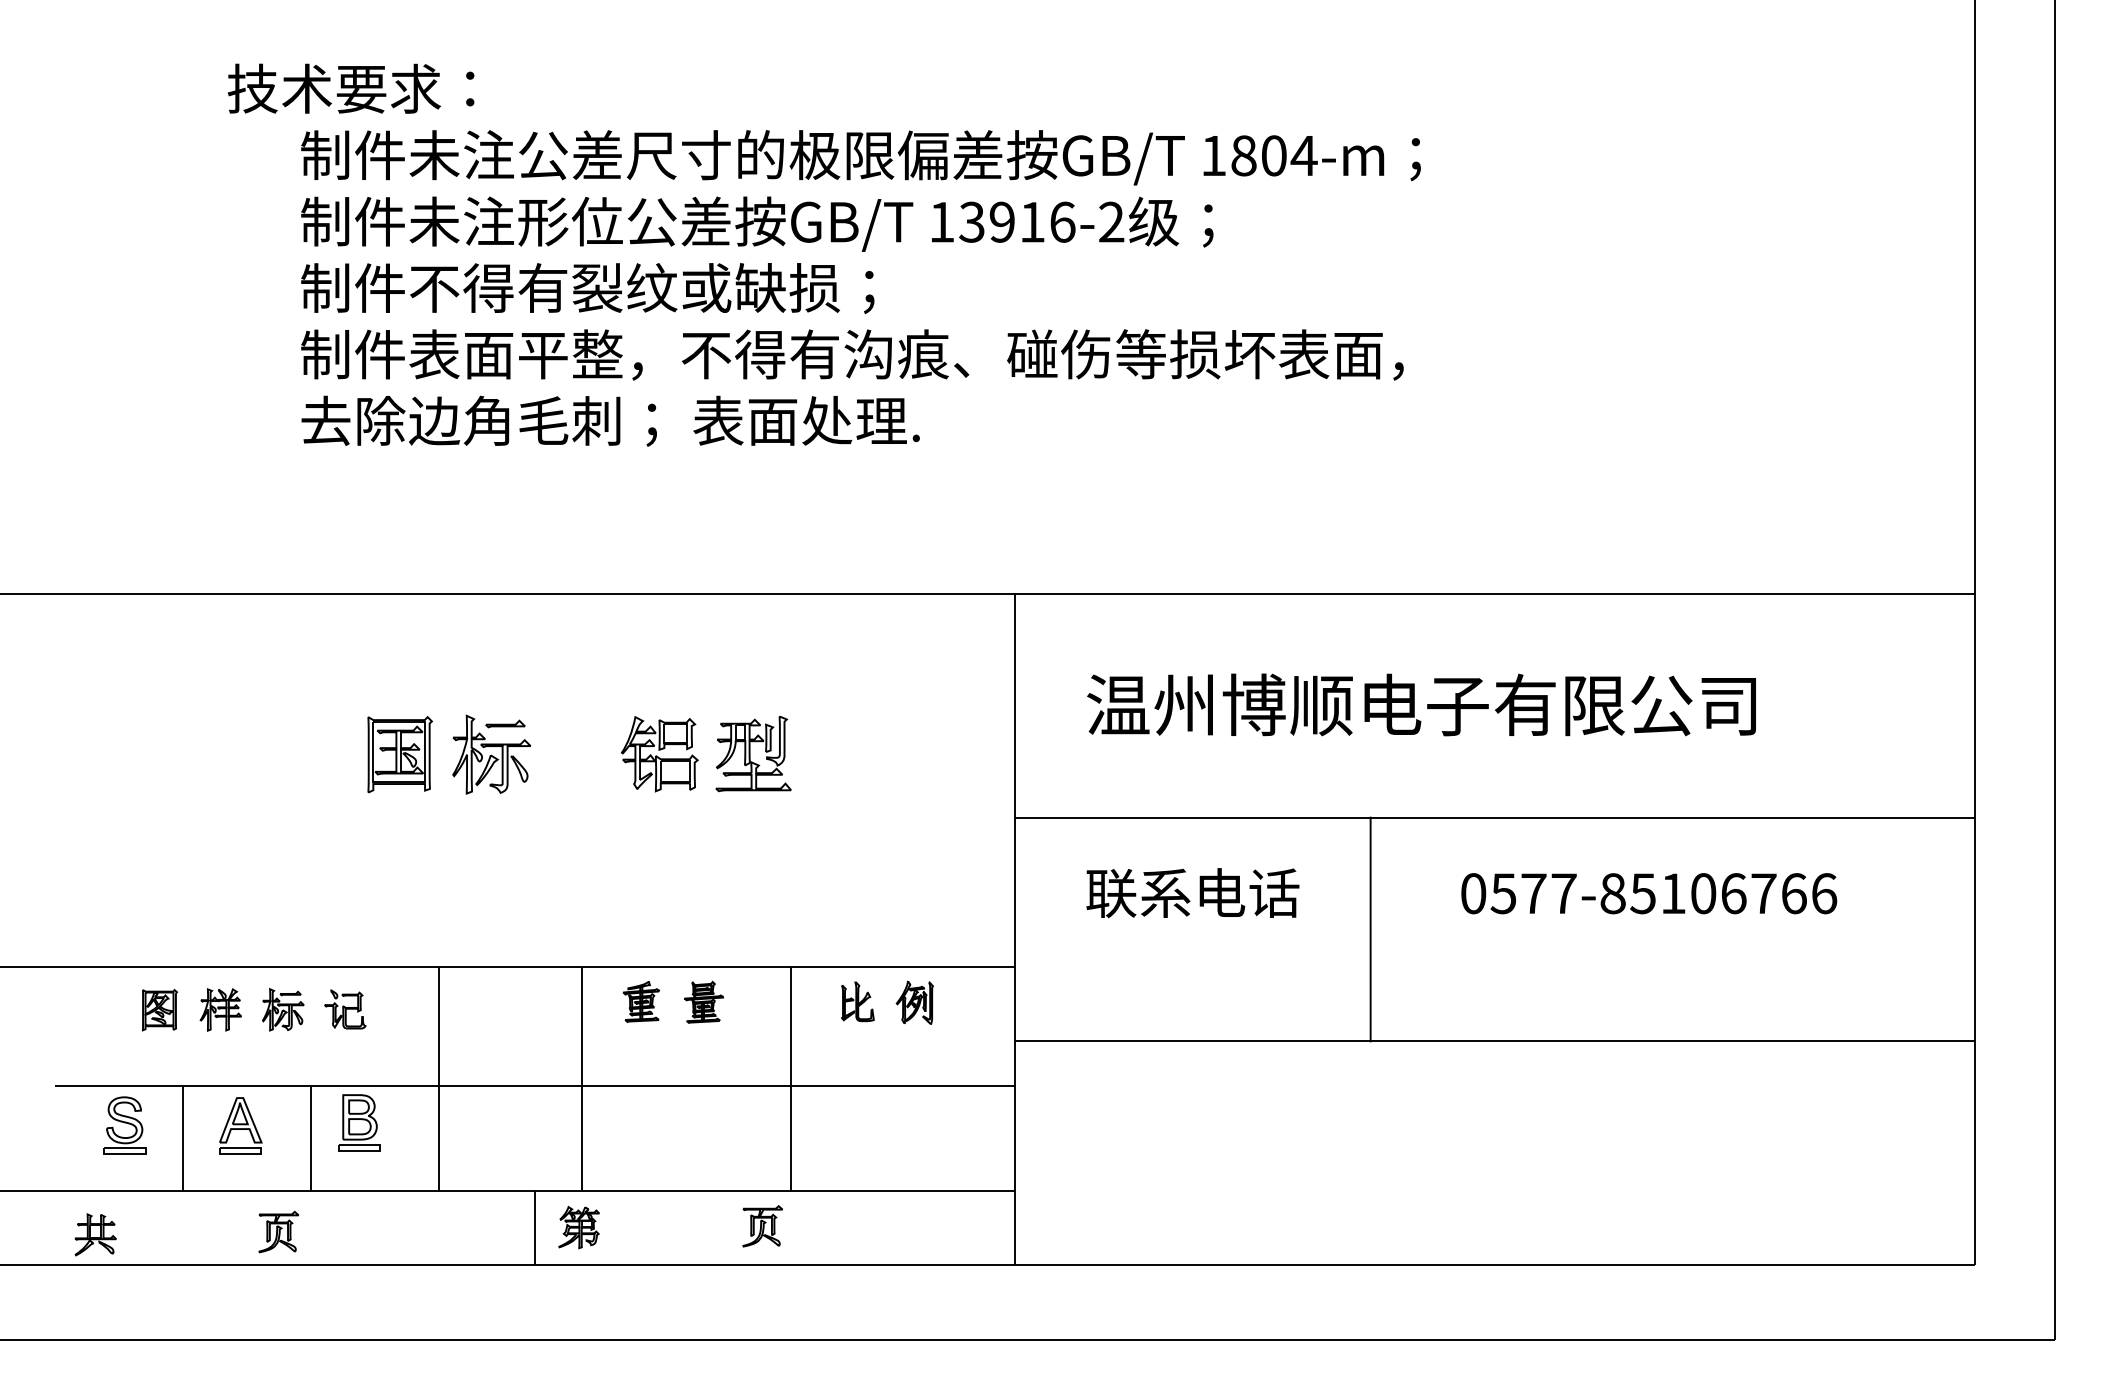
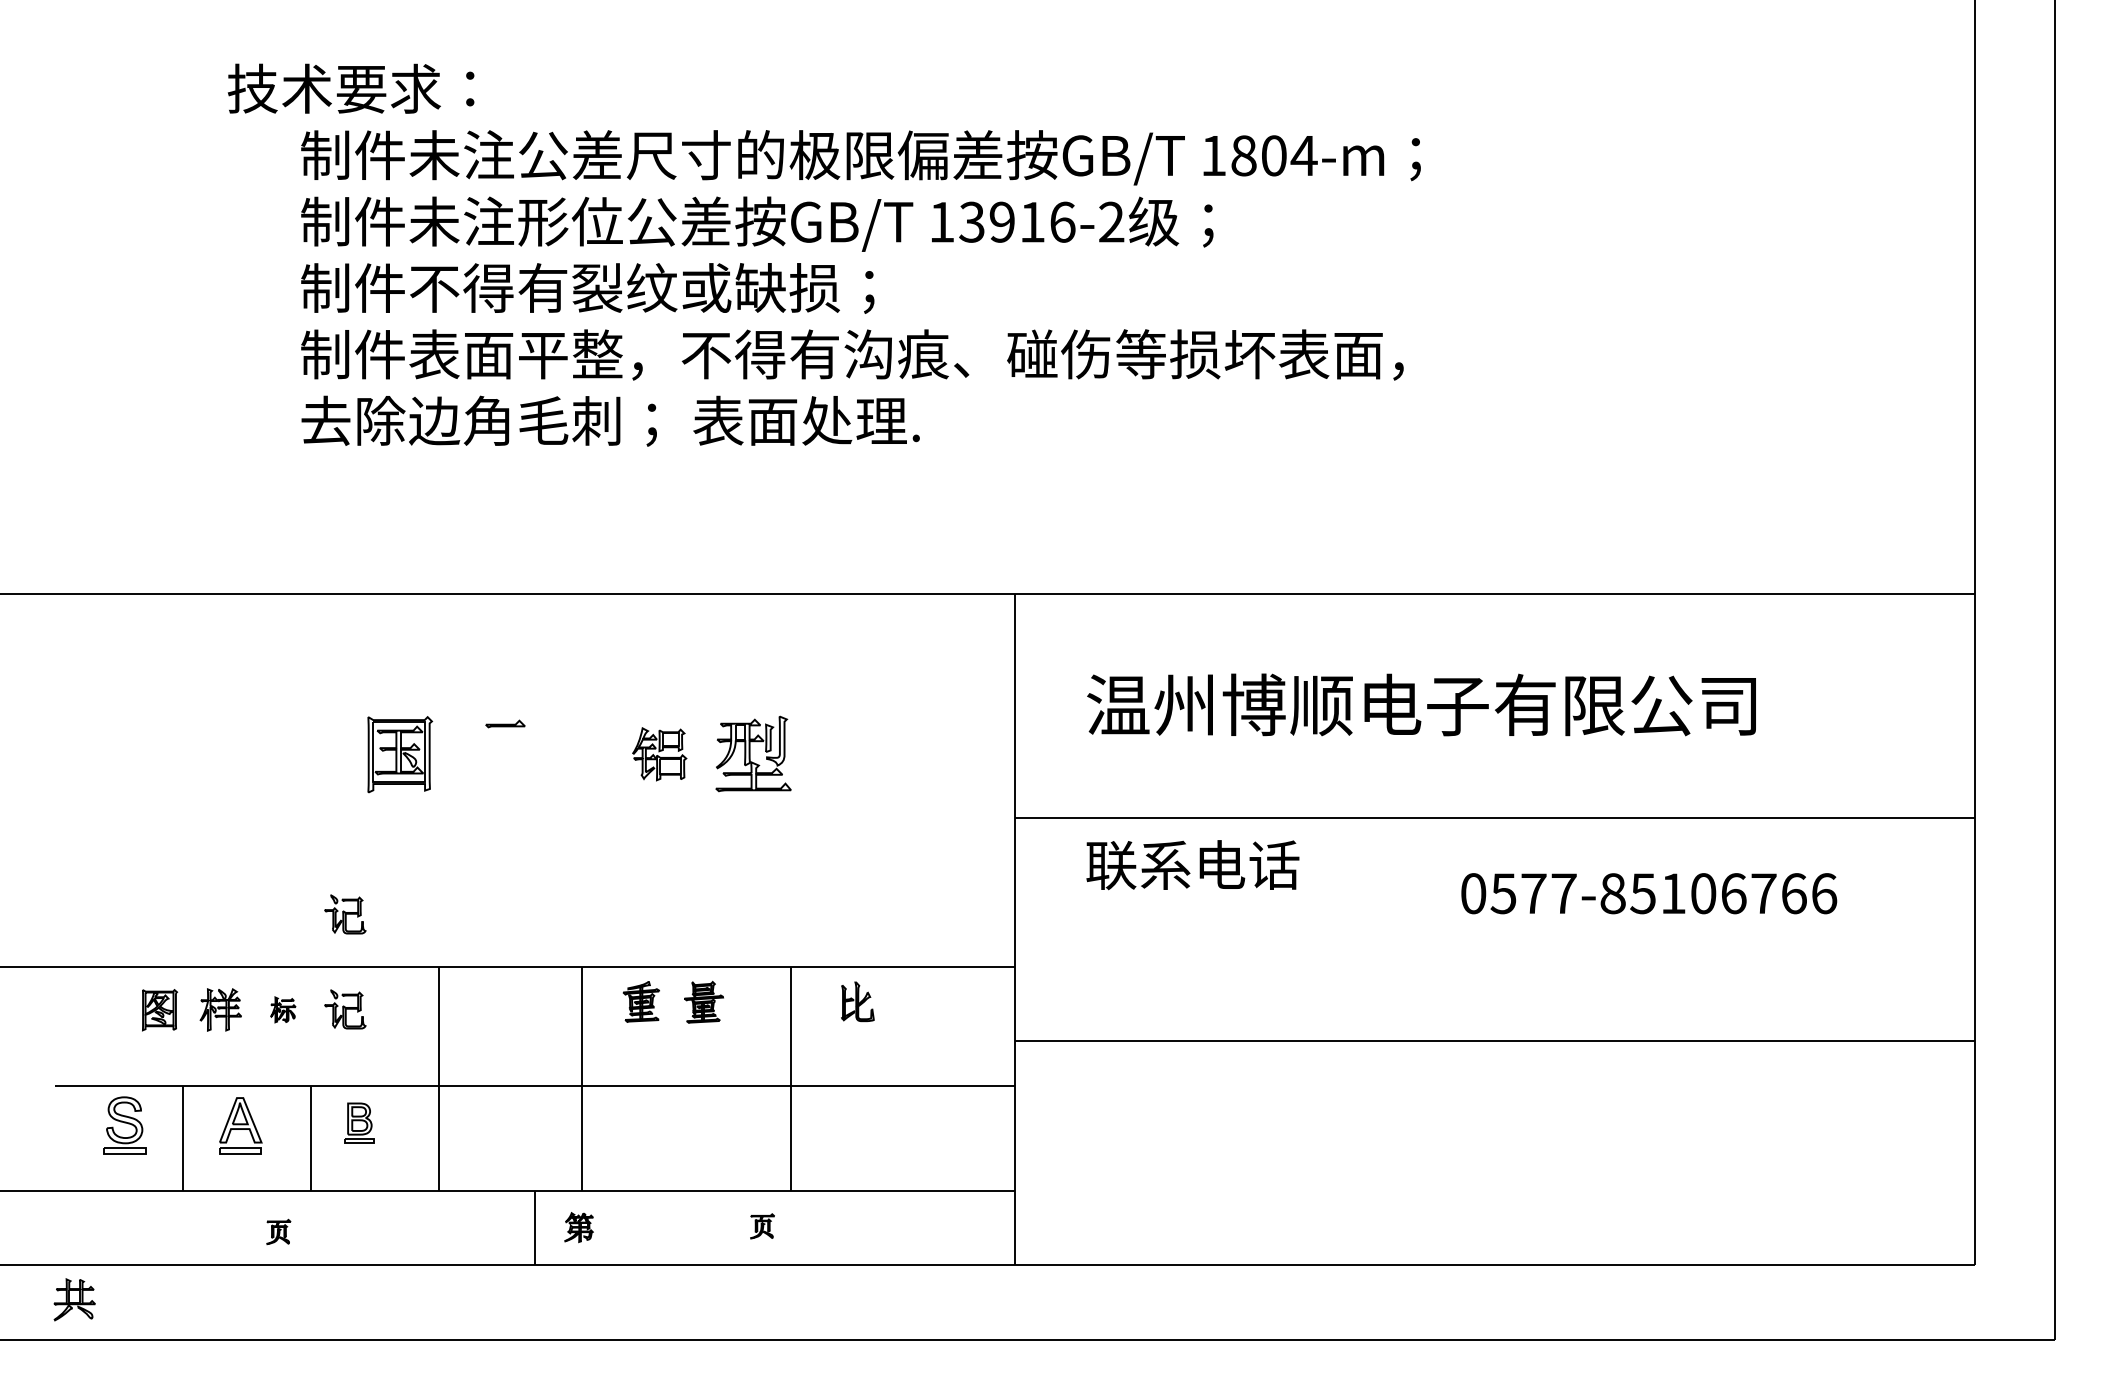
part at (491, 754): present -> none
part at (659, 754) size: 79x77 px -> 56x55 px
text at (1192, 893) position: (1192, 893) -> (1192, 865)
part at (345, 914): none -> present
line at (1370, 929): present -> none
part at (914, 1002): present -> none
part at (283, 1009) size: 43x44 px -> 27x28 px
part at (359, 1122) size: 43x58 px -> 31x42 px
part at (762, 1226) size: 41x43 px -> 25x27 px
part at (578, 1227) size: 42x45 px -> 30x32 px
part at (278, 1231) size: 42x44 px -> 26x27 px
part at (95, 1234) position: (95, 1234) -> (74, 1299)
